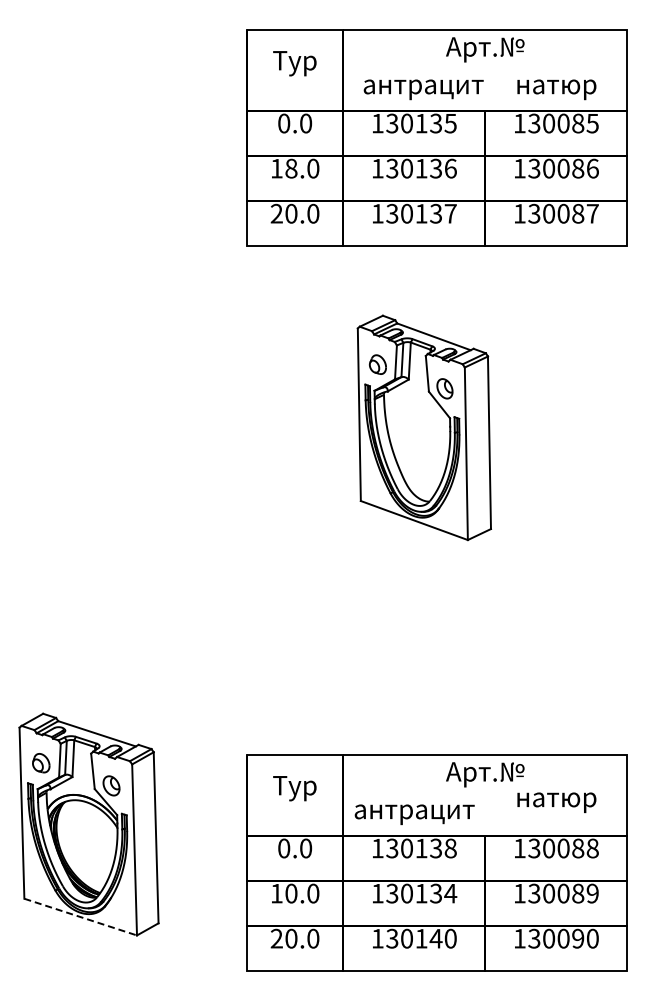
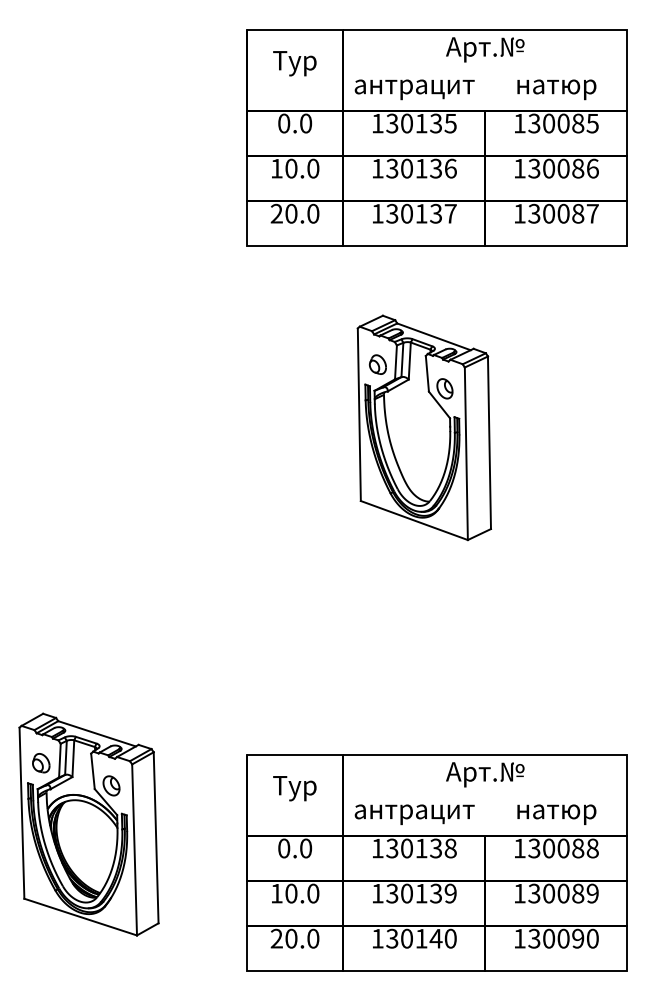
text at (423, 89) position: (423, 89) -> (414, 89)
text at (291, 168): 18.0 -> 10.0
text at (556, 802) position: (556, 802) -> (556, 814)
text at (450, 893): 130134 -> 130139
line at (81, 917): dashed -> solid
